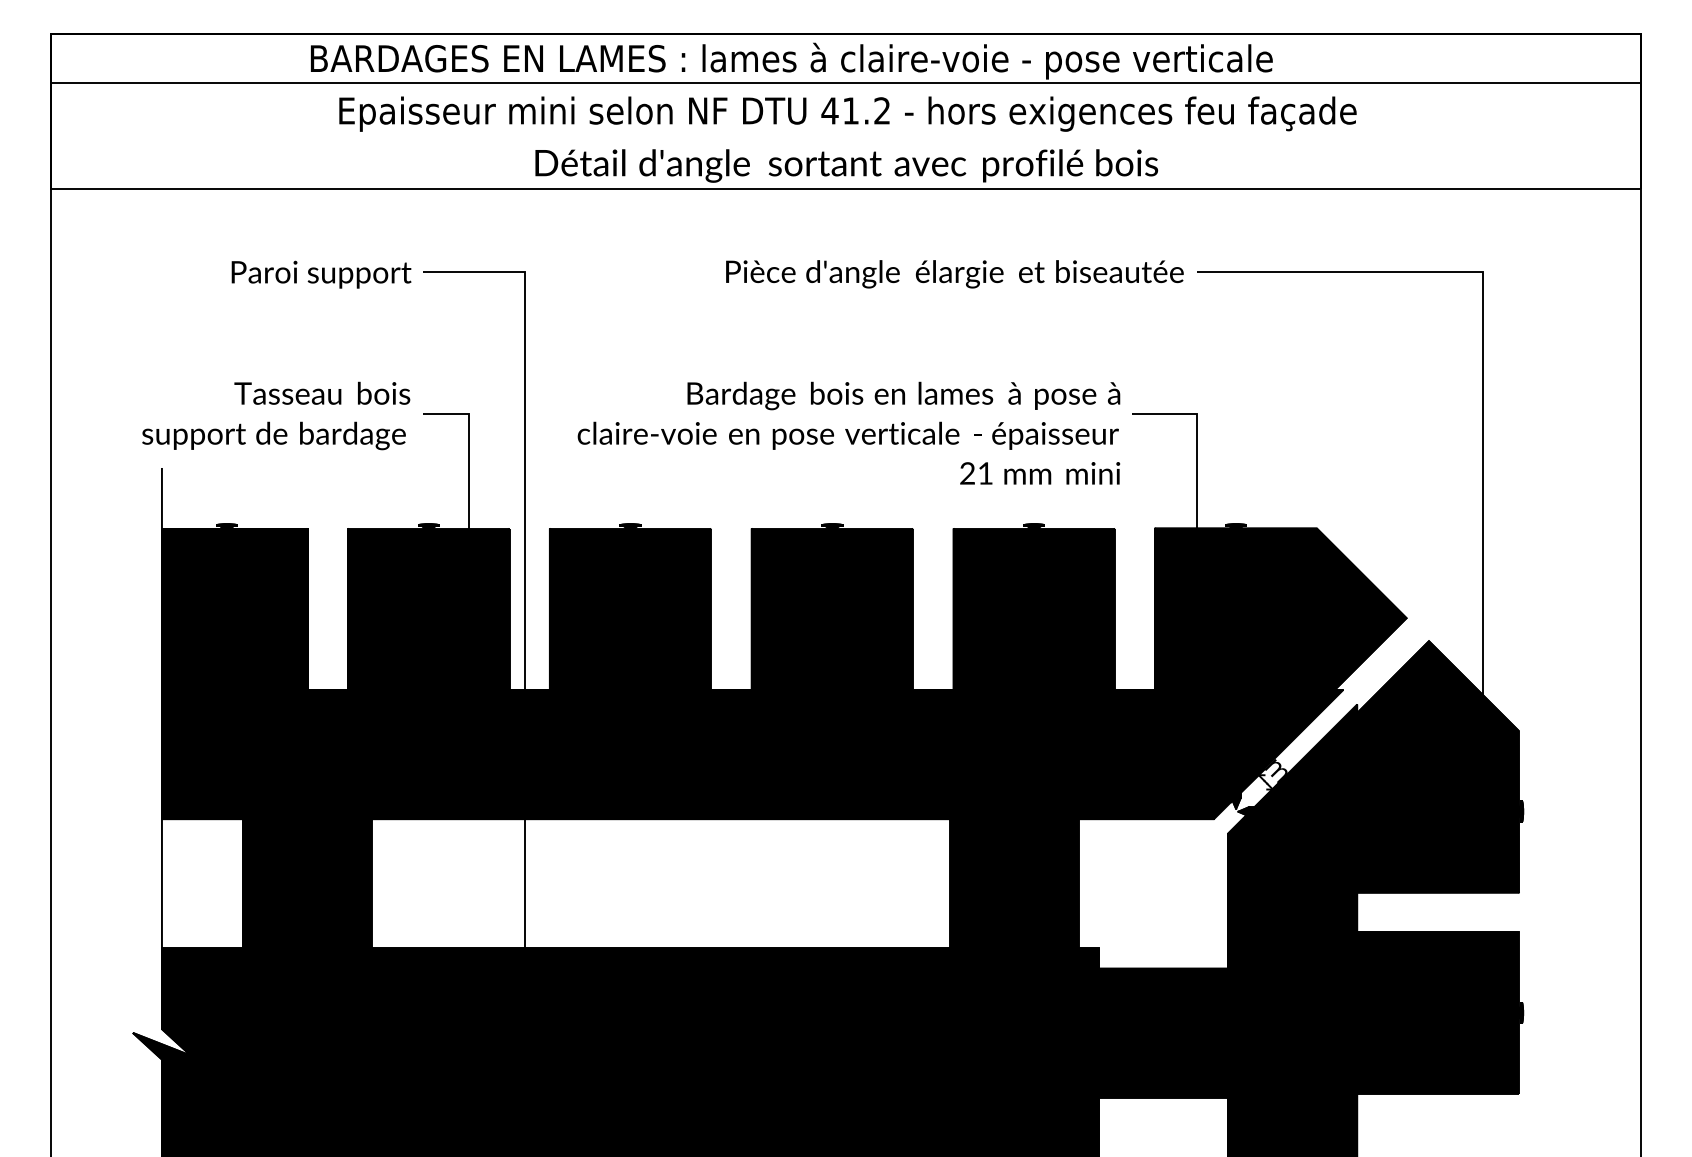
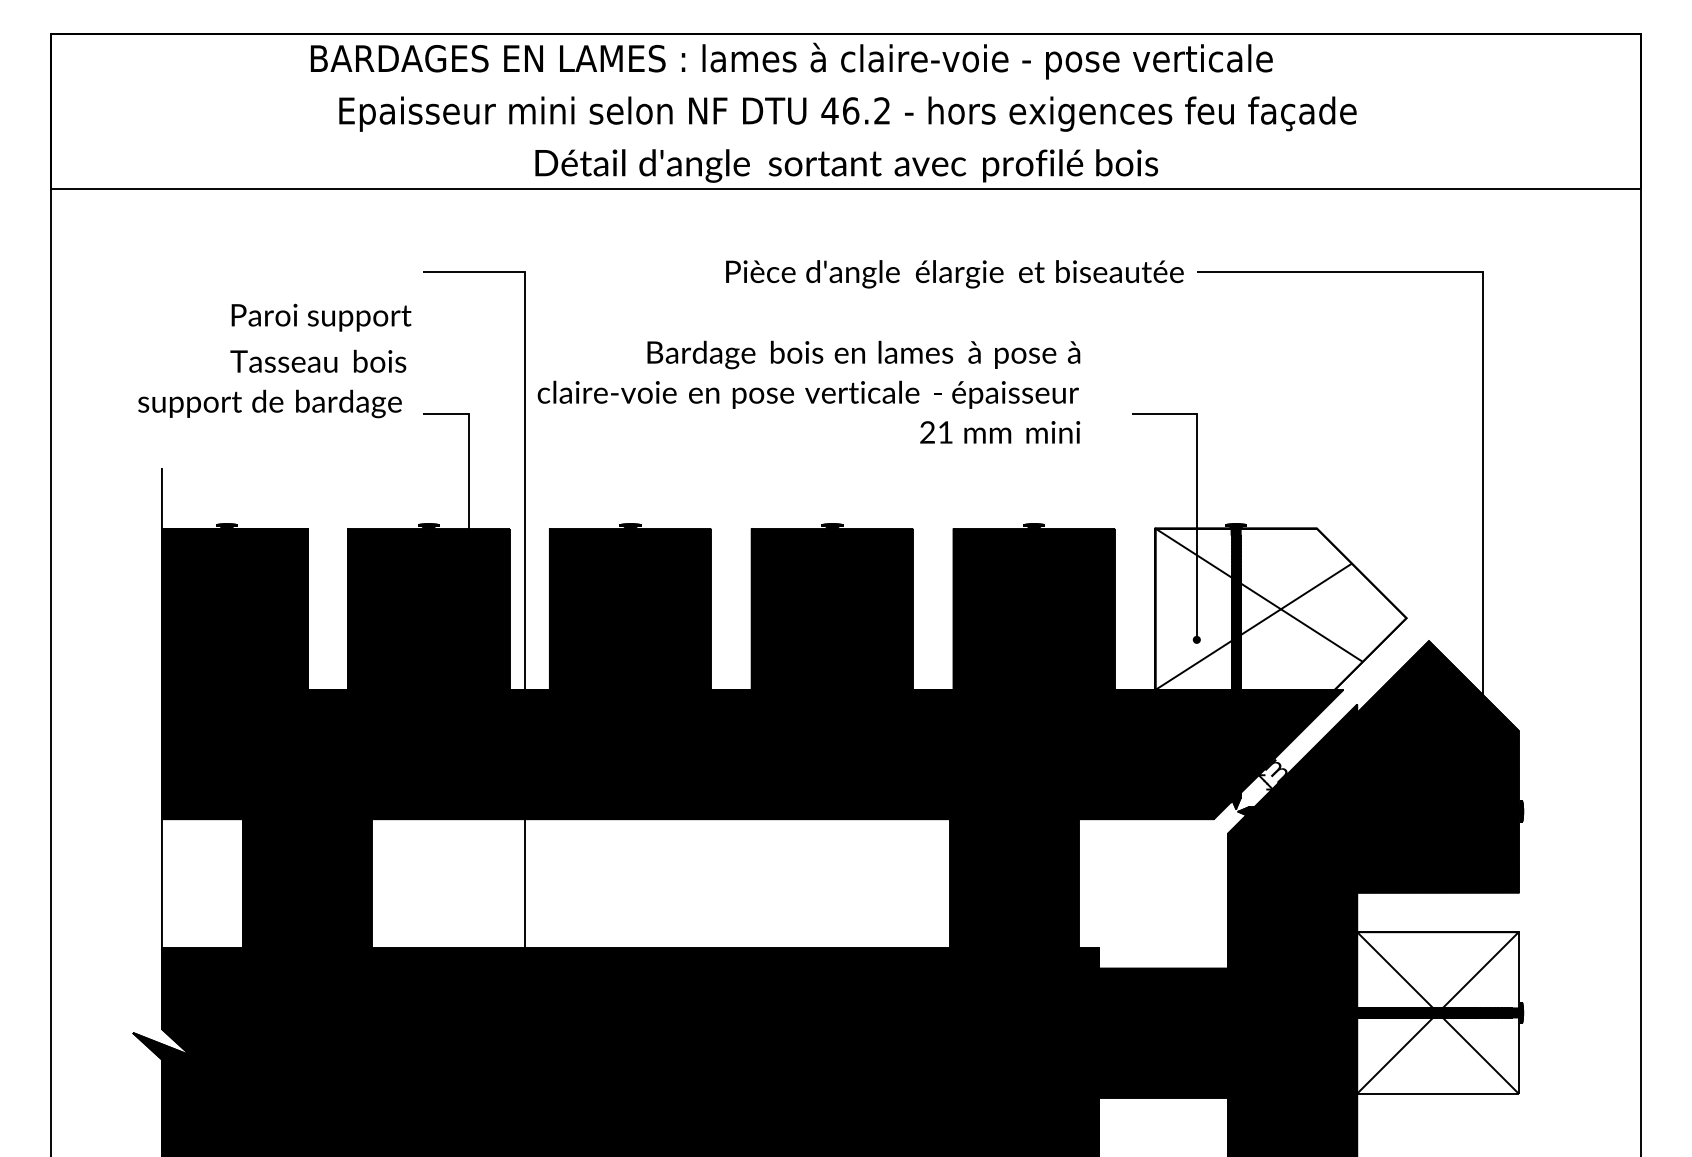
line at (845, 82): present -> none
text at (851, 110): 41.2 -> 46.2
text at (321, 274) position: (321, 274) -> (321, 317)
text at (276, 415) position: (276, 415) -> (272, 383)
text at (848, 432) position: (848, 432) -> (808, 391)
fill at (1280, 609): present -> none
fill at (1437, 1012): present -> none
